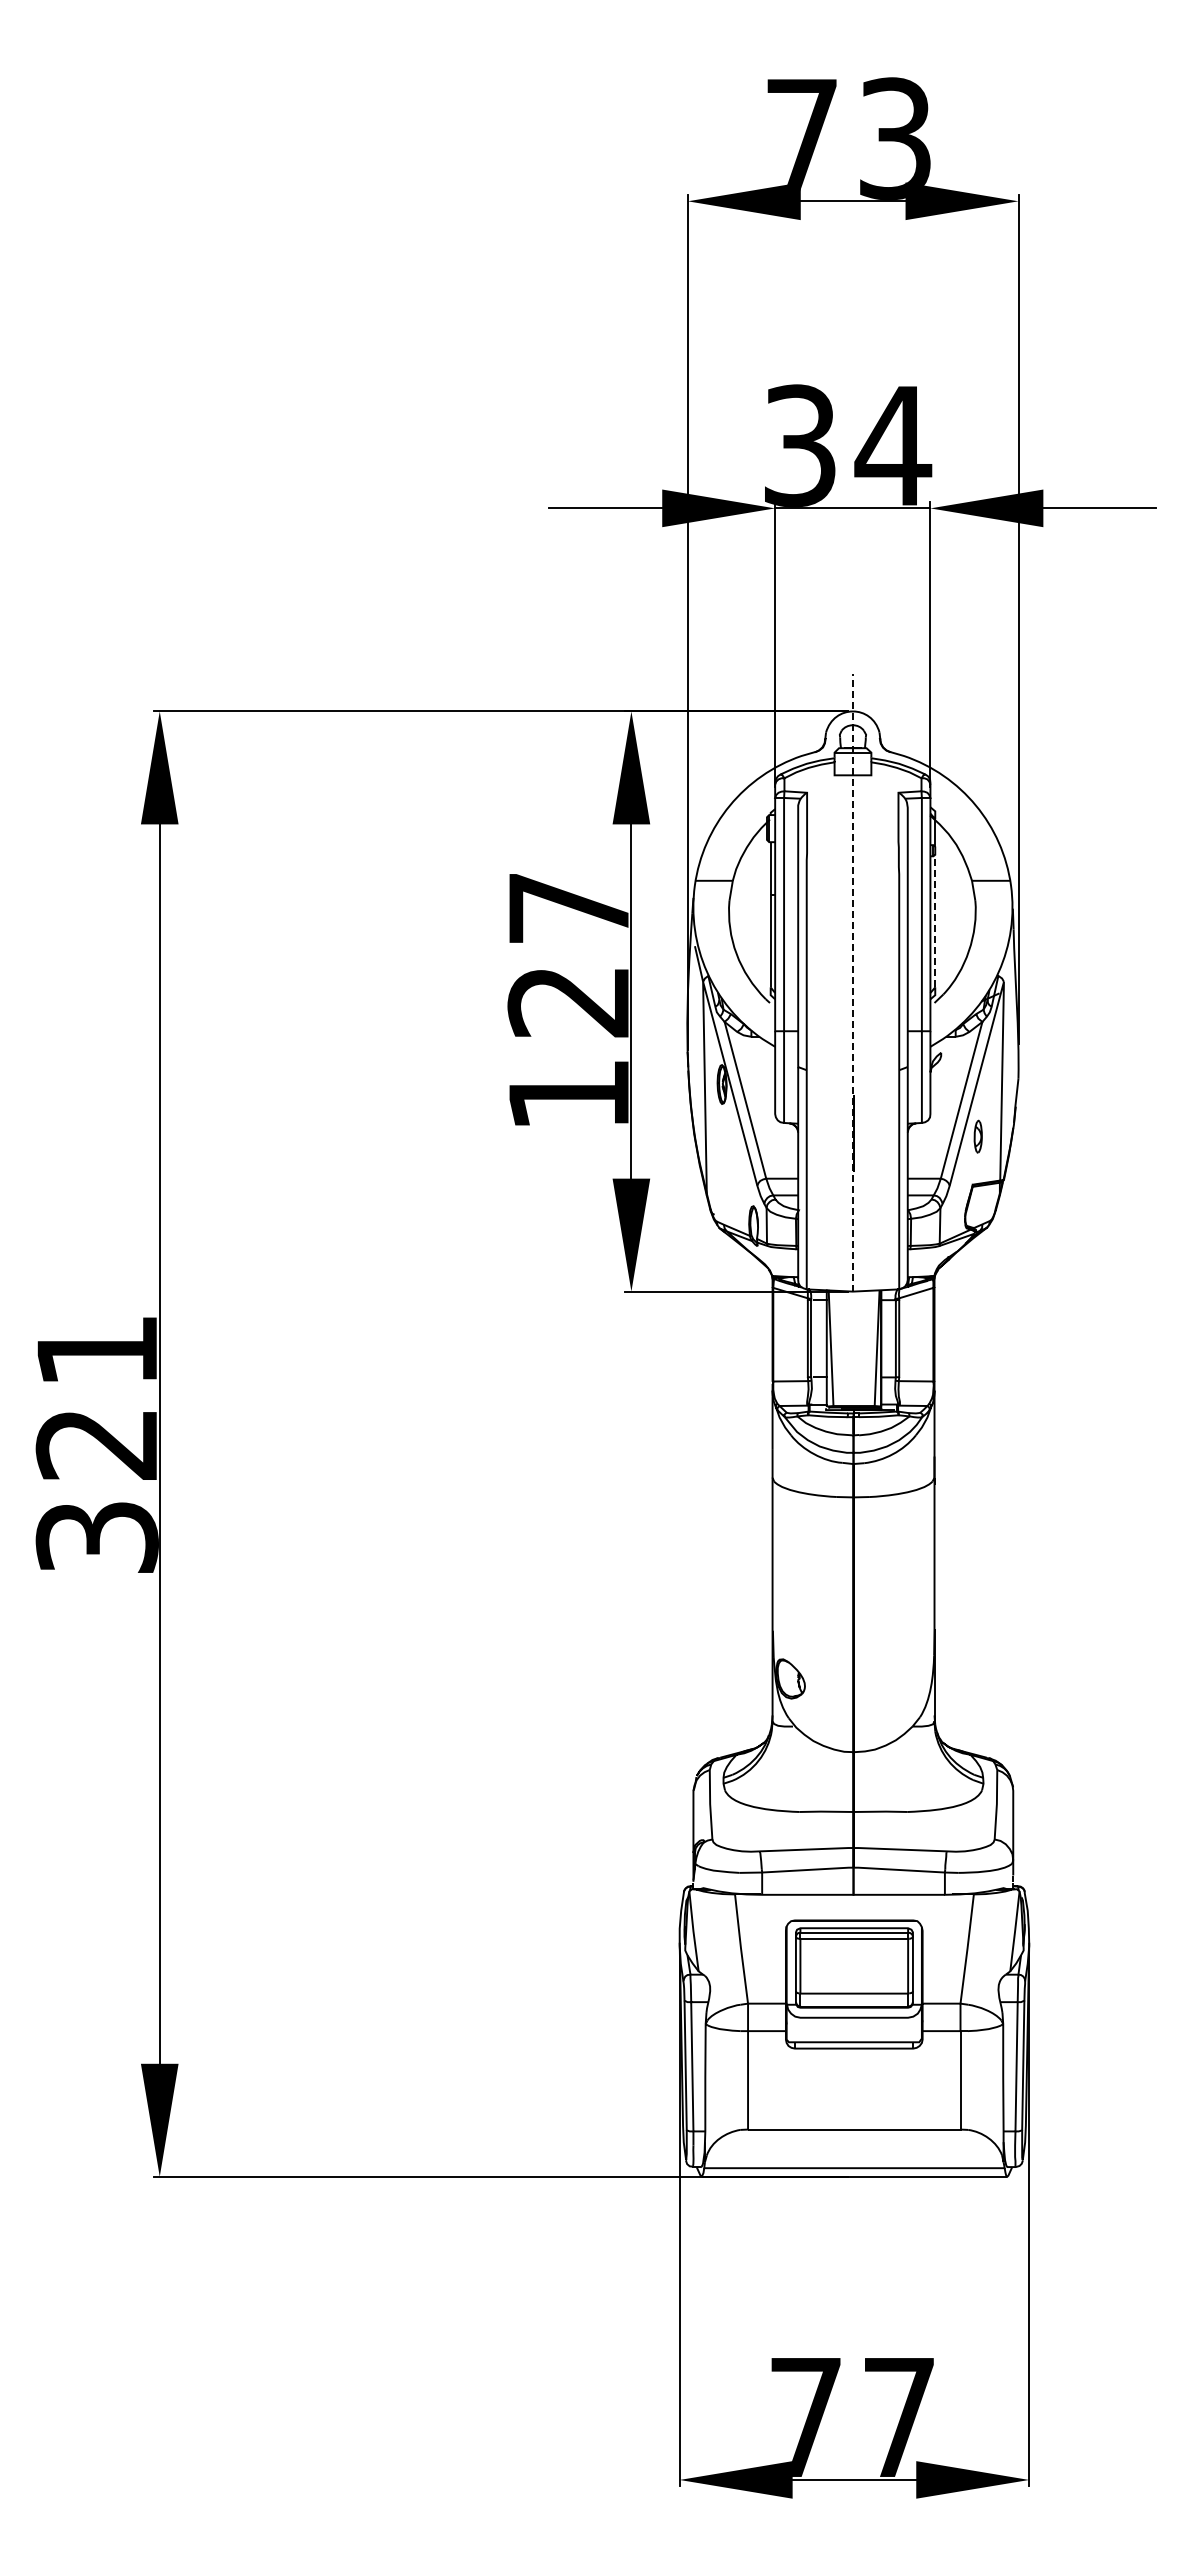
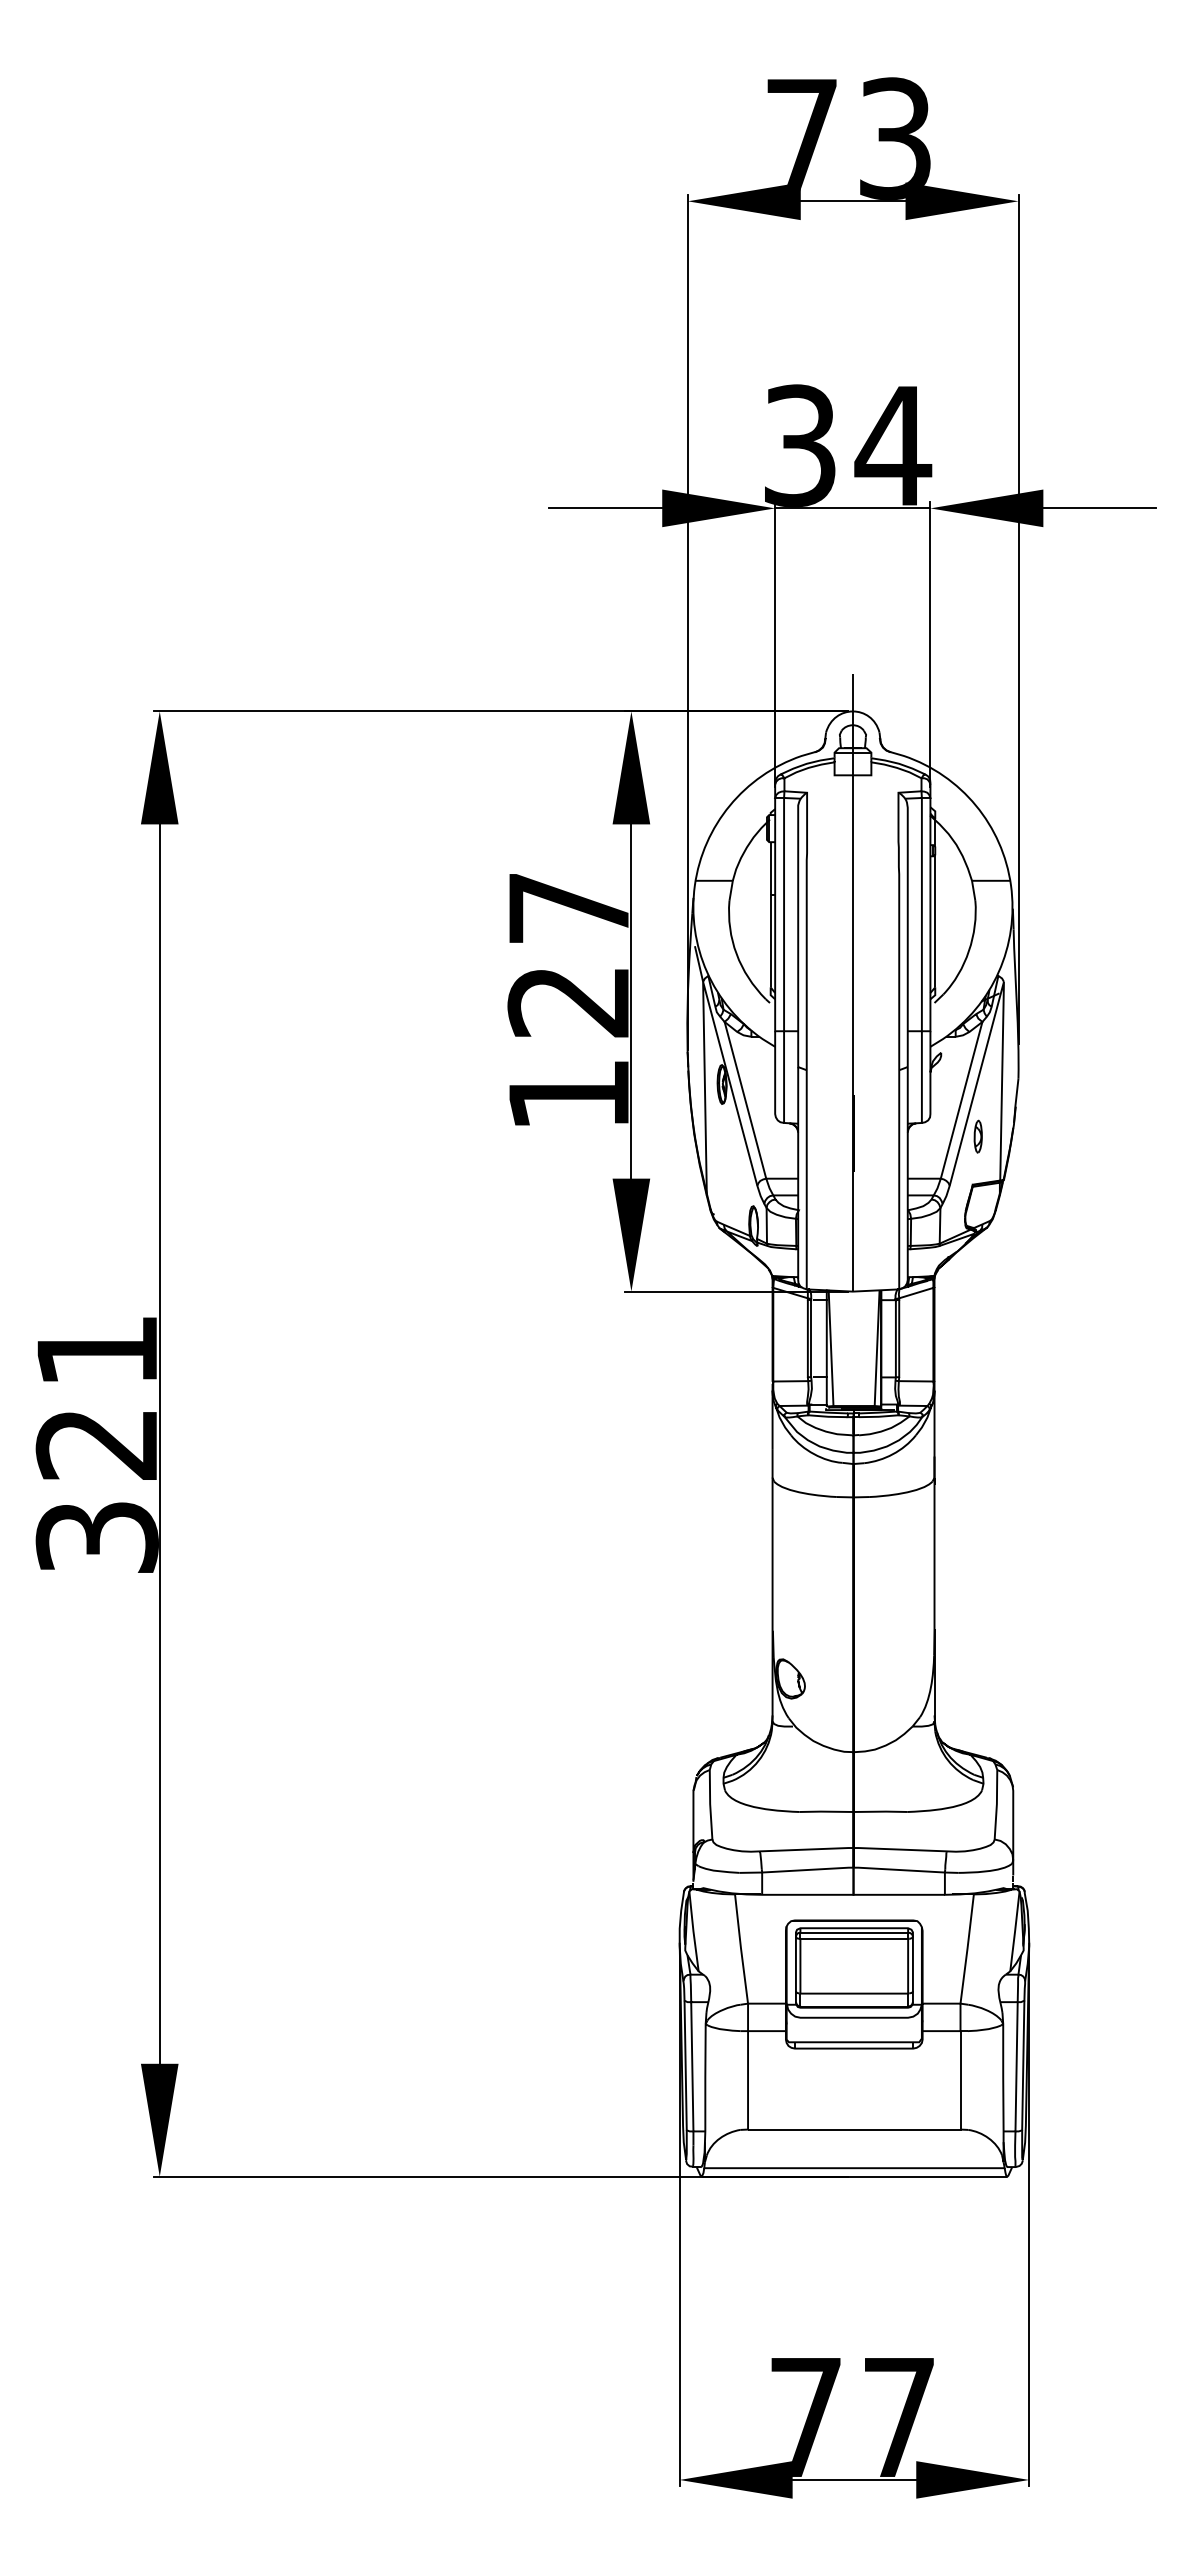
line at (935, 920): dashed -> solid
line at (852, 982): dashed -> solid
